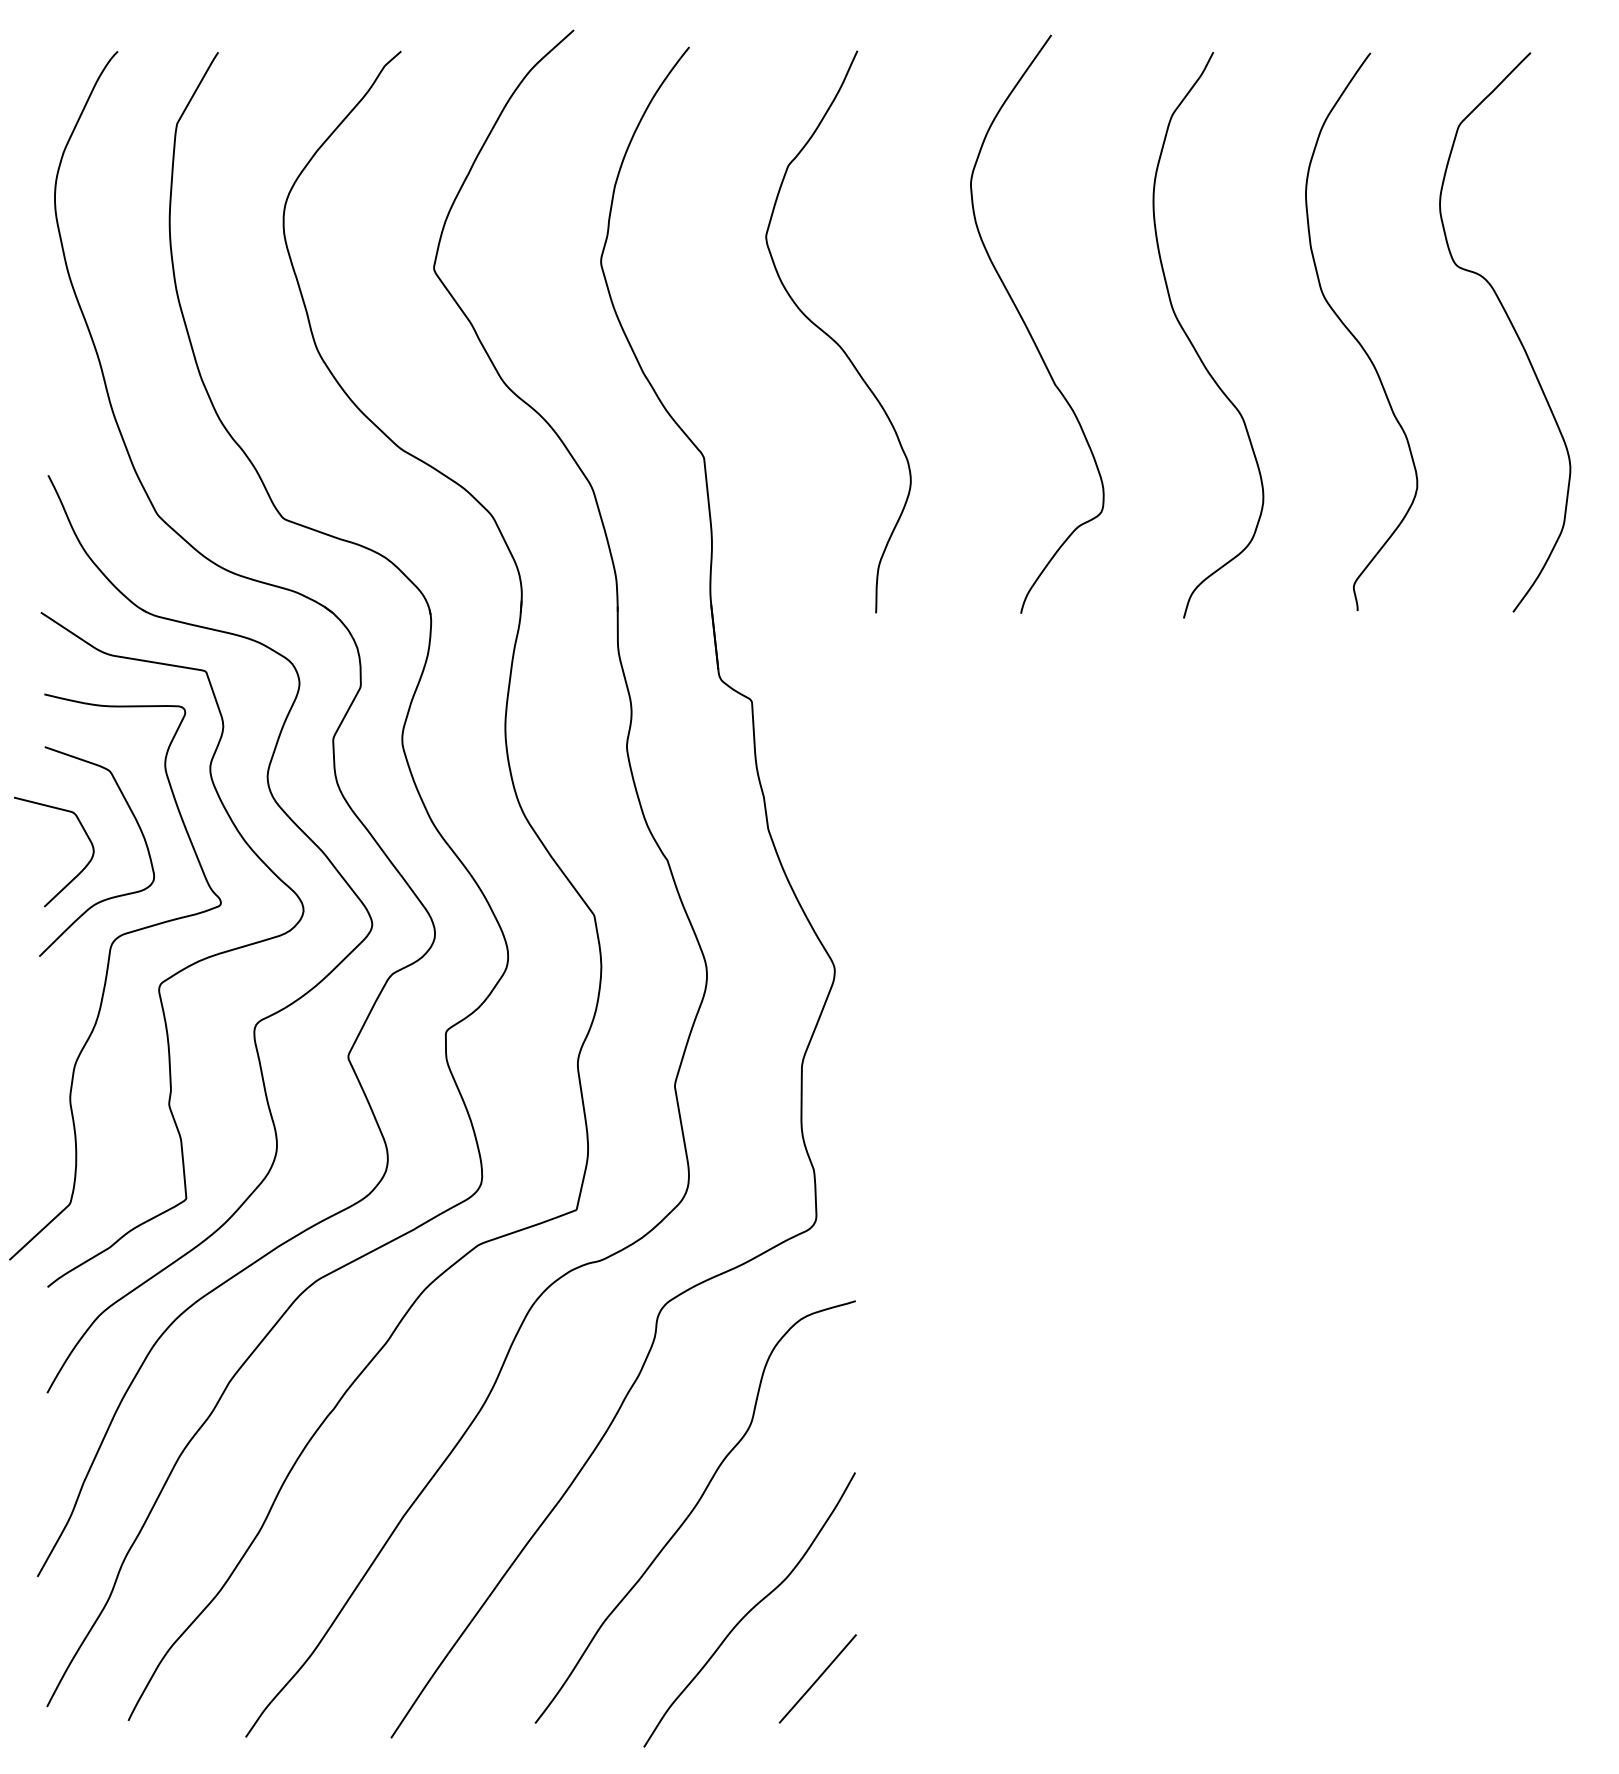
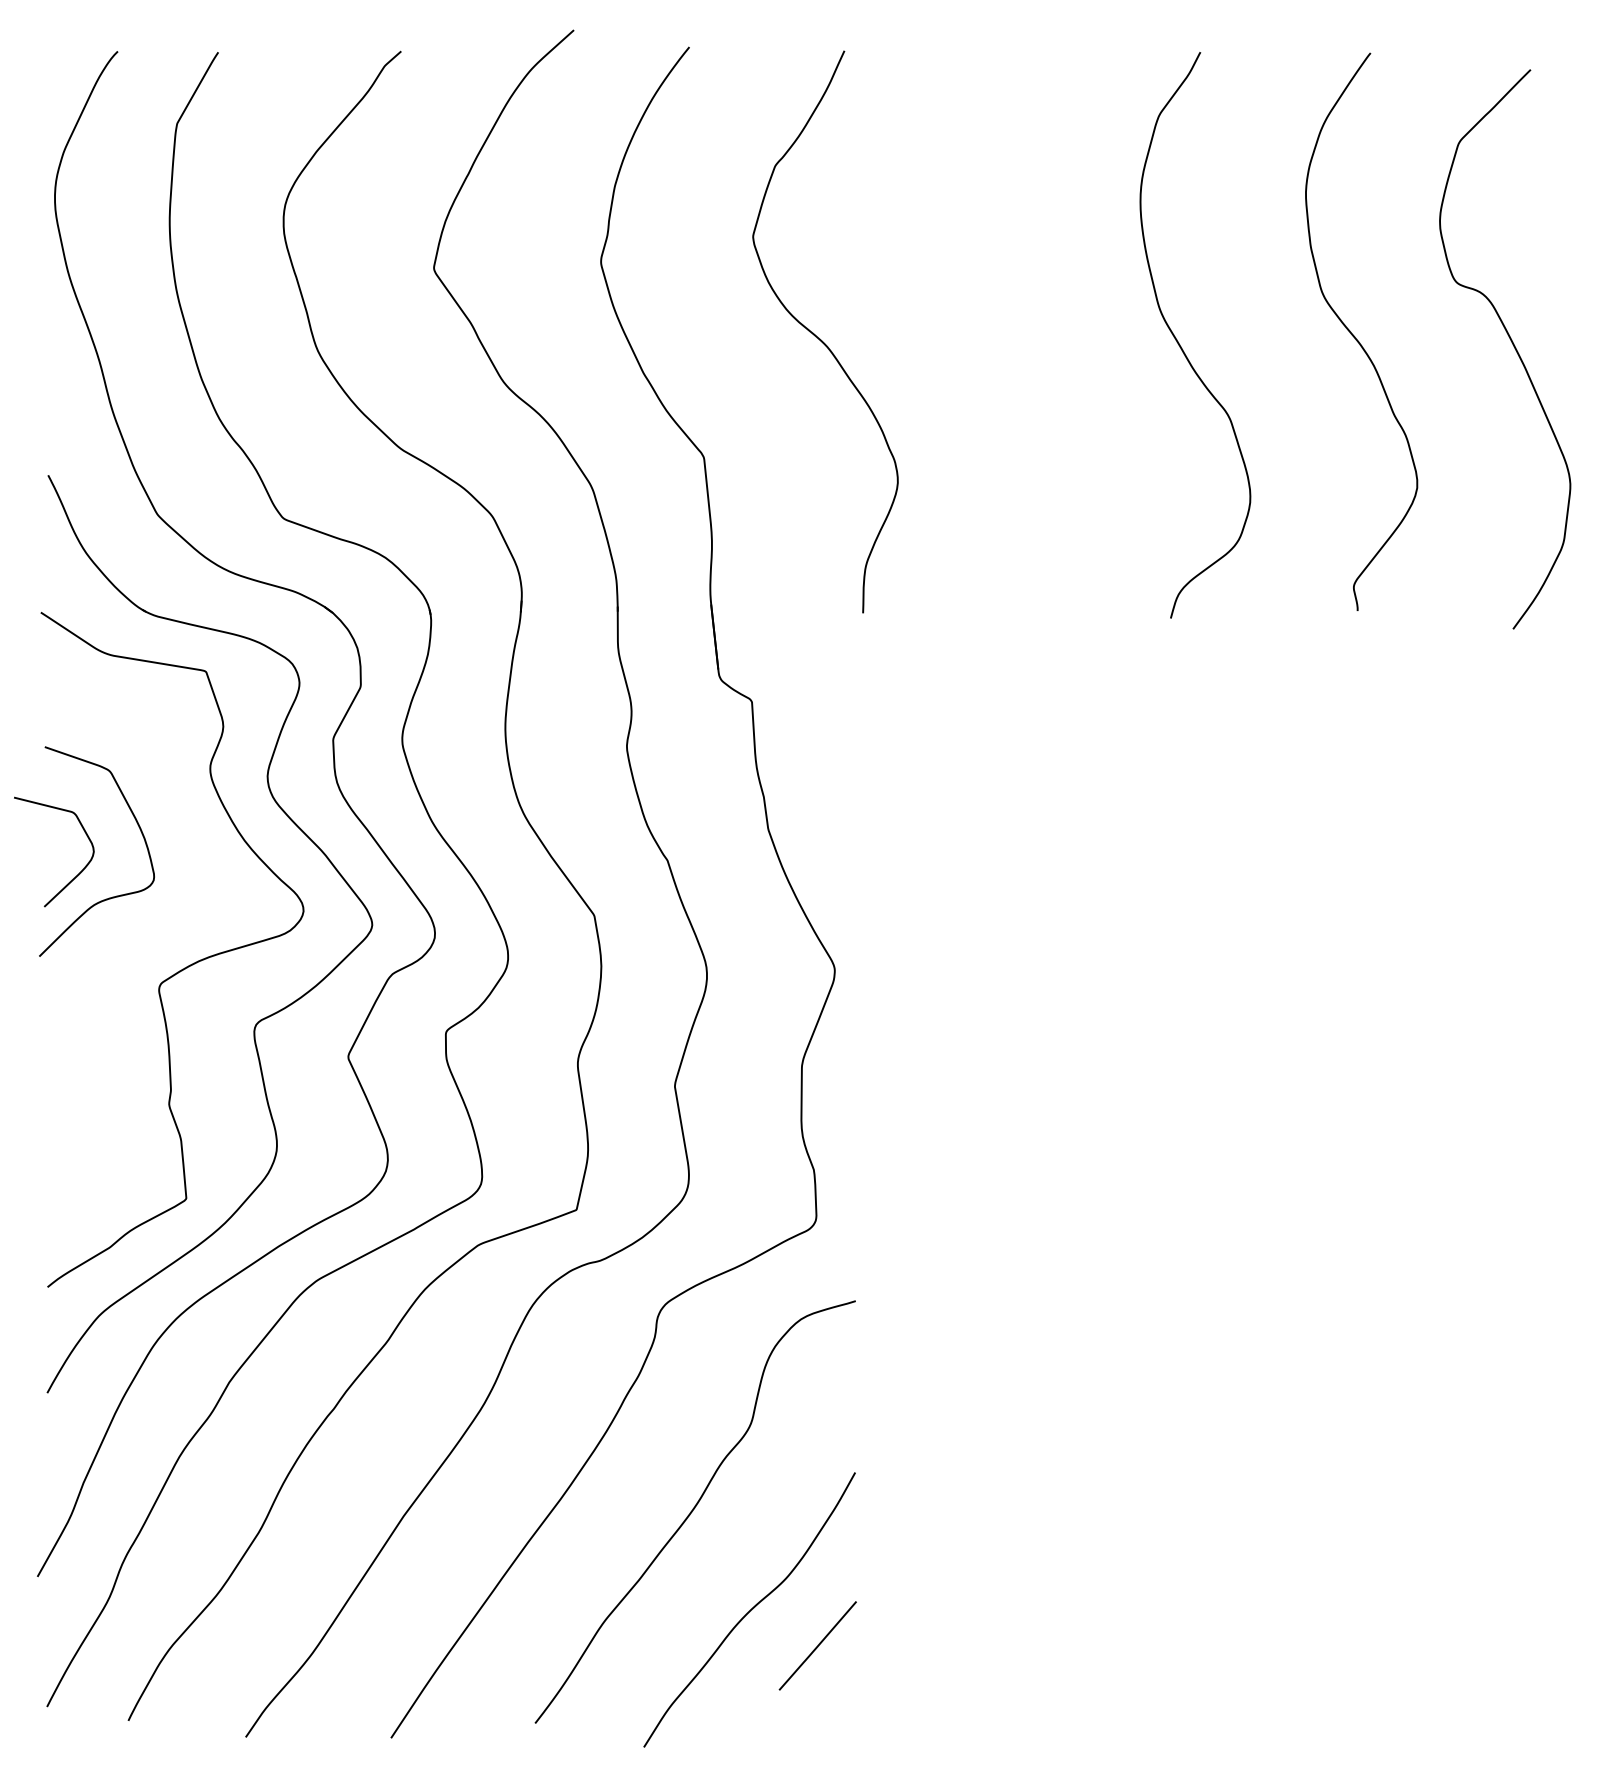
curve at (1028, 328): present -> none
curve at (1513, 329) position: (1513, 329) -> (1513, 346)
curve at (833, 338) position: (833, 338) -> (820, 338)
curve at (1193, 344) position: (1193, 344) -> (1180, 344)
curve at (107, 976): present -> none
line at (817, 1678) position: (817, 1678) -> (817, 1645)
